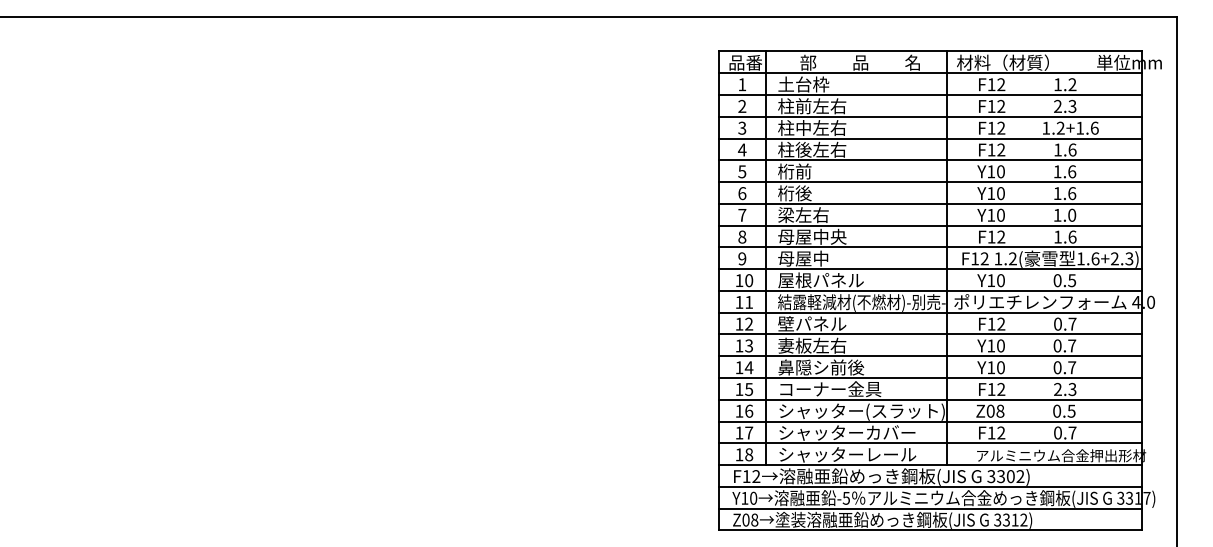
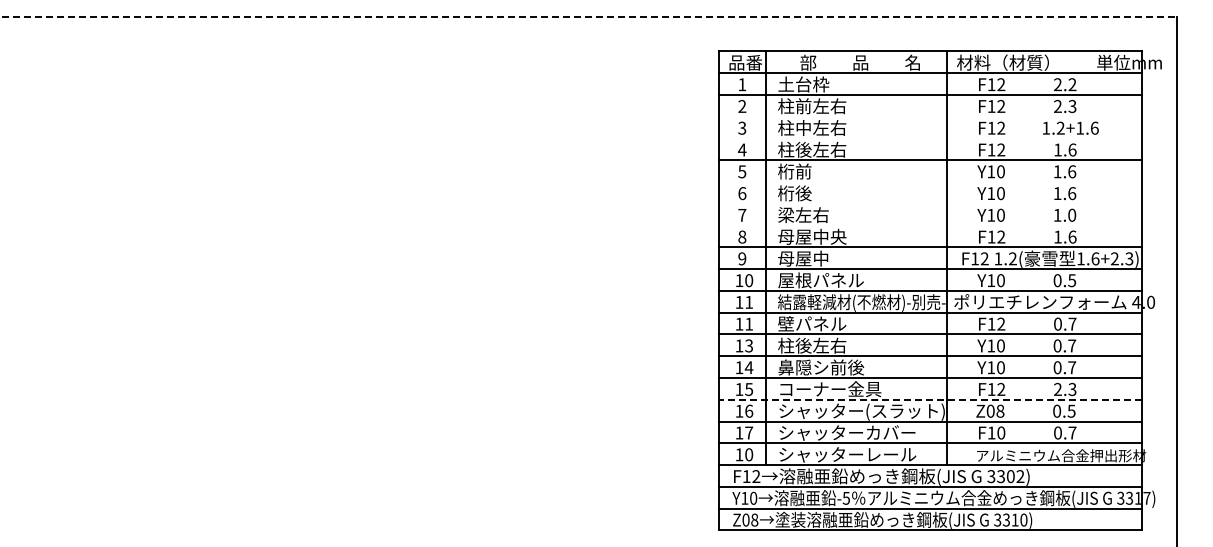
line at (588, 16): solid -> dashed
text at (1057, 84): 1.2 -> 2.2
line at (930, 116): present -> none
line at (930, 138): present -> none
line at (930, 182): present -> none
line at (930, 203): present -> none
line at (930, 225): present -> none
text at (749, 323): 12 -> 11
text at (794, 345): 妻板左右 -> 柱後左右
line at (929, 399): solid -> dashed
text at (1001, 432): F12 -> F10
text at (749, 454): 18 -> 10
text at (1023, 519): 3312) -> 3310)
